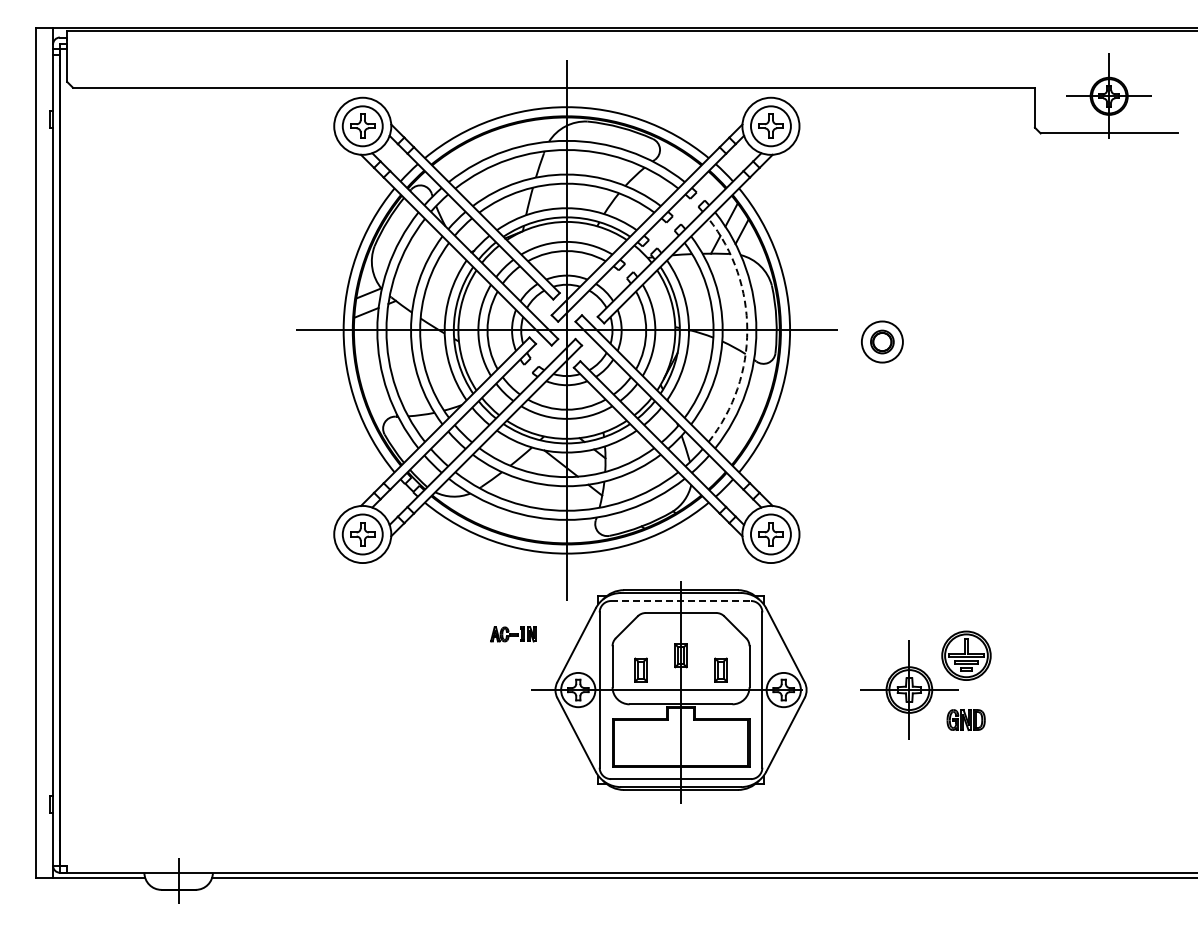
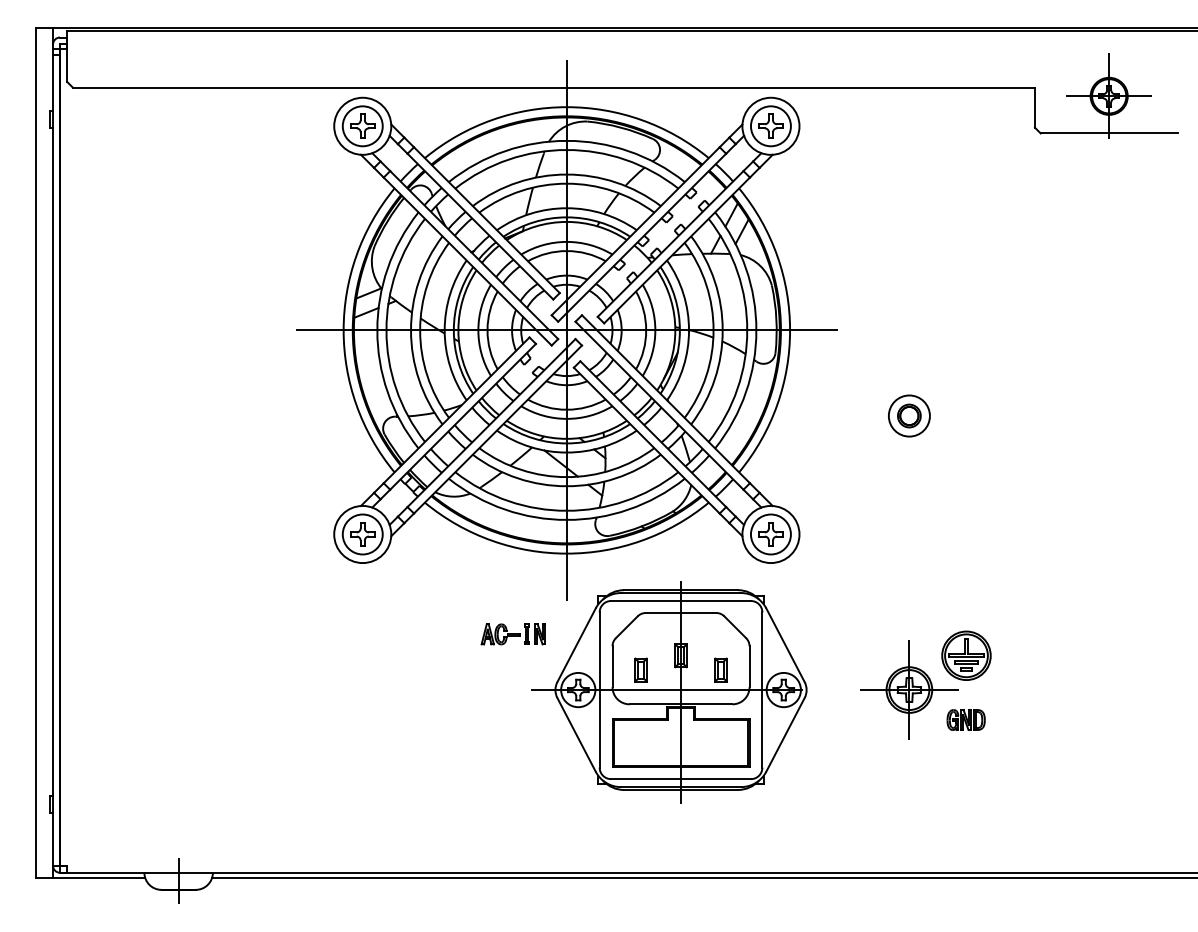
arc at (747, 330): dashed -> solid
part at (882, 341) position: (882, 341) -> (909, 415)
line at (681, 601): dashed -> solid
part at (513, 634) size: 47x17 px -> 66x23 px
